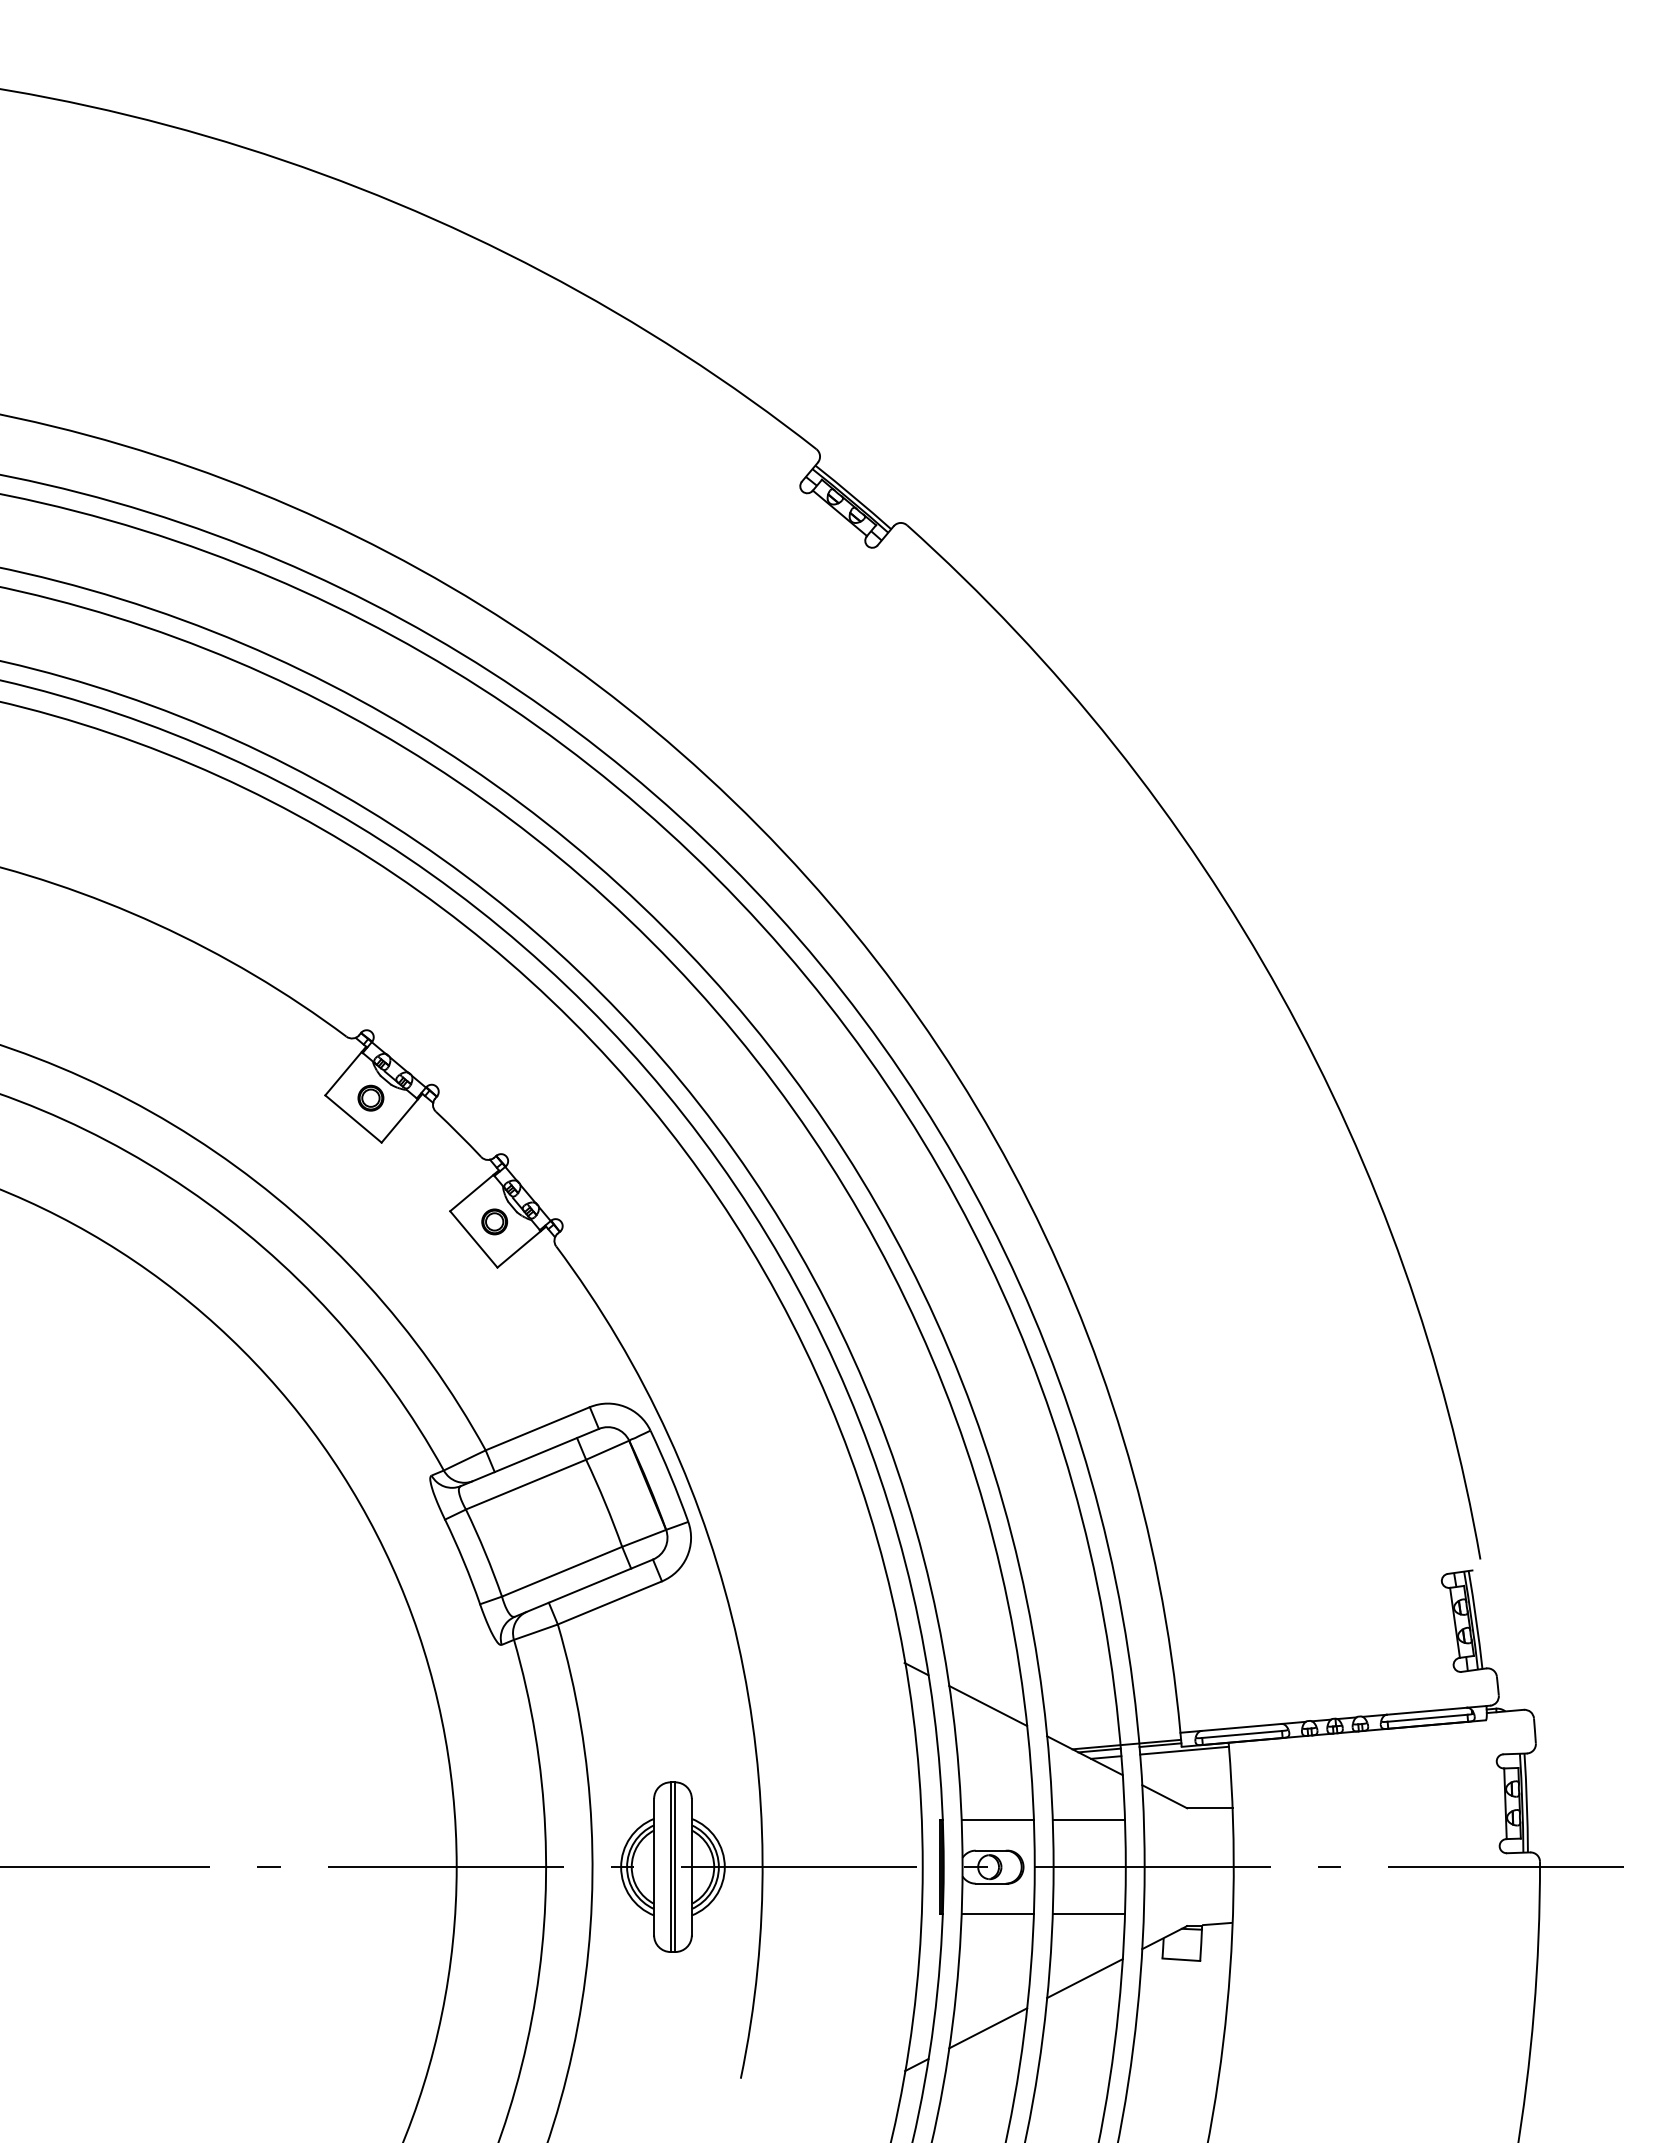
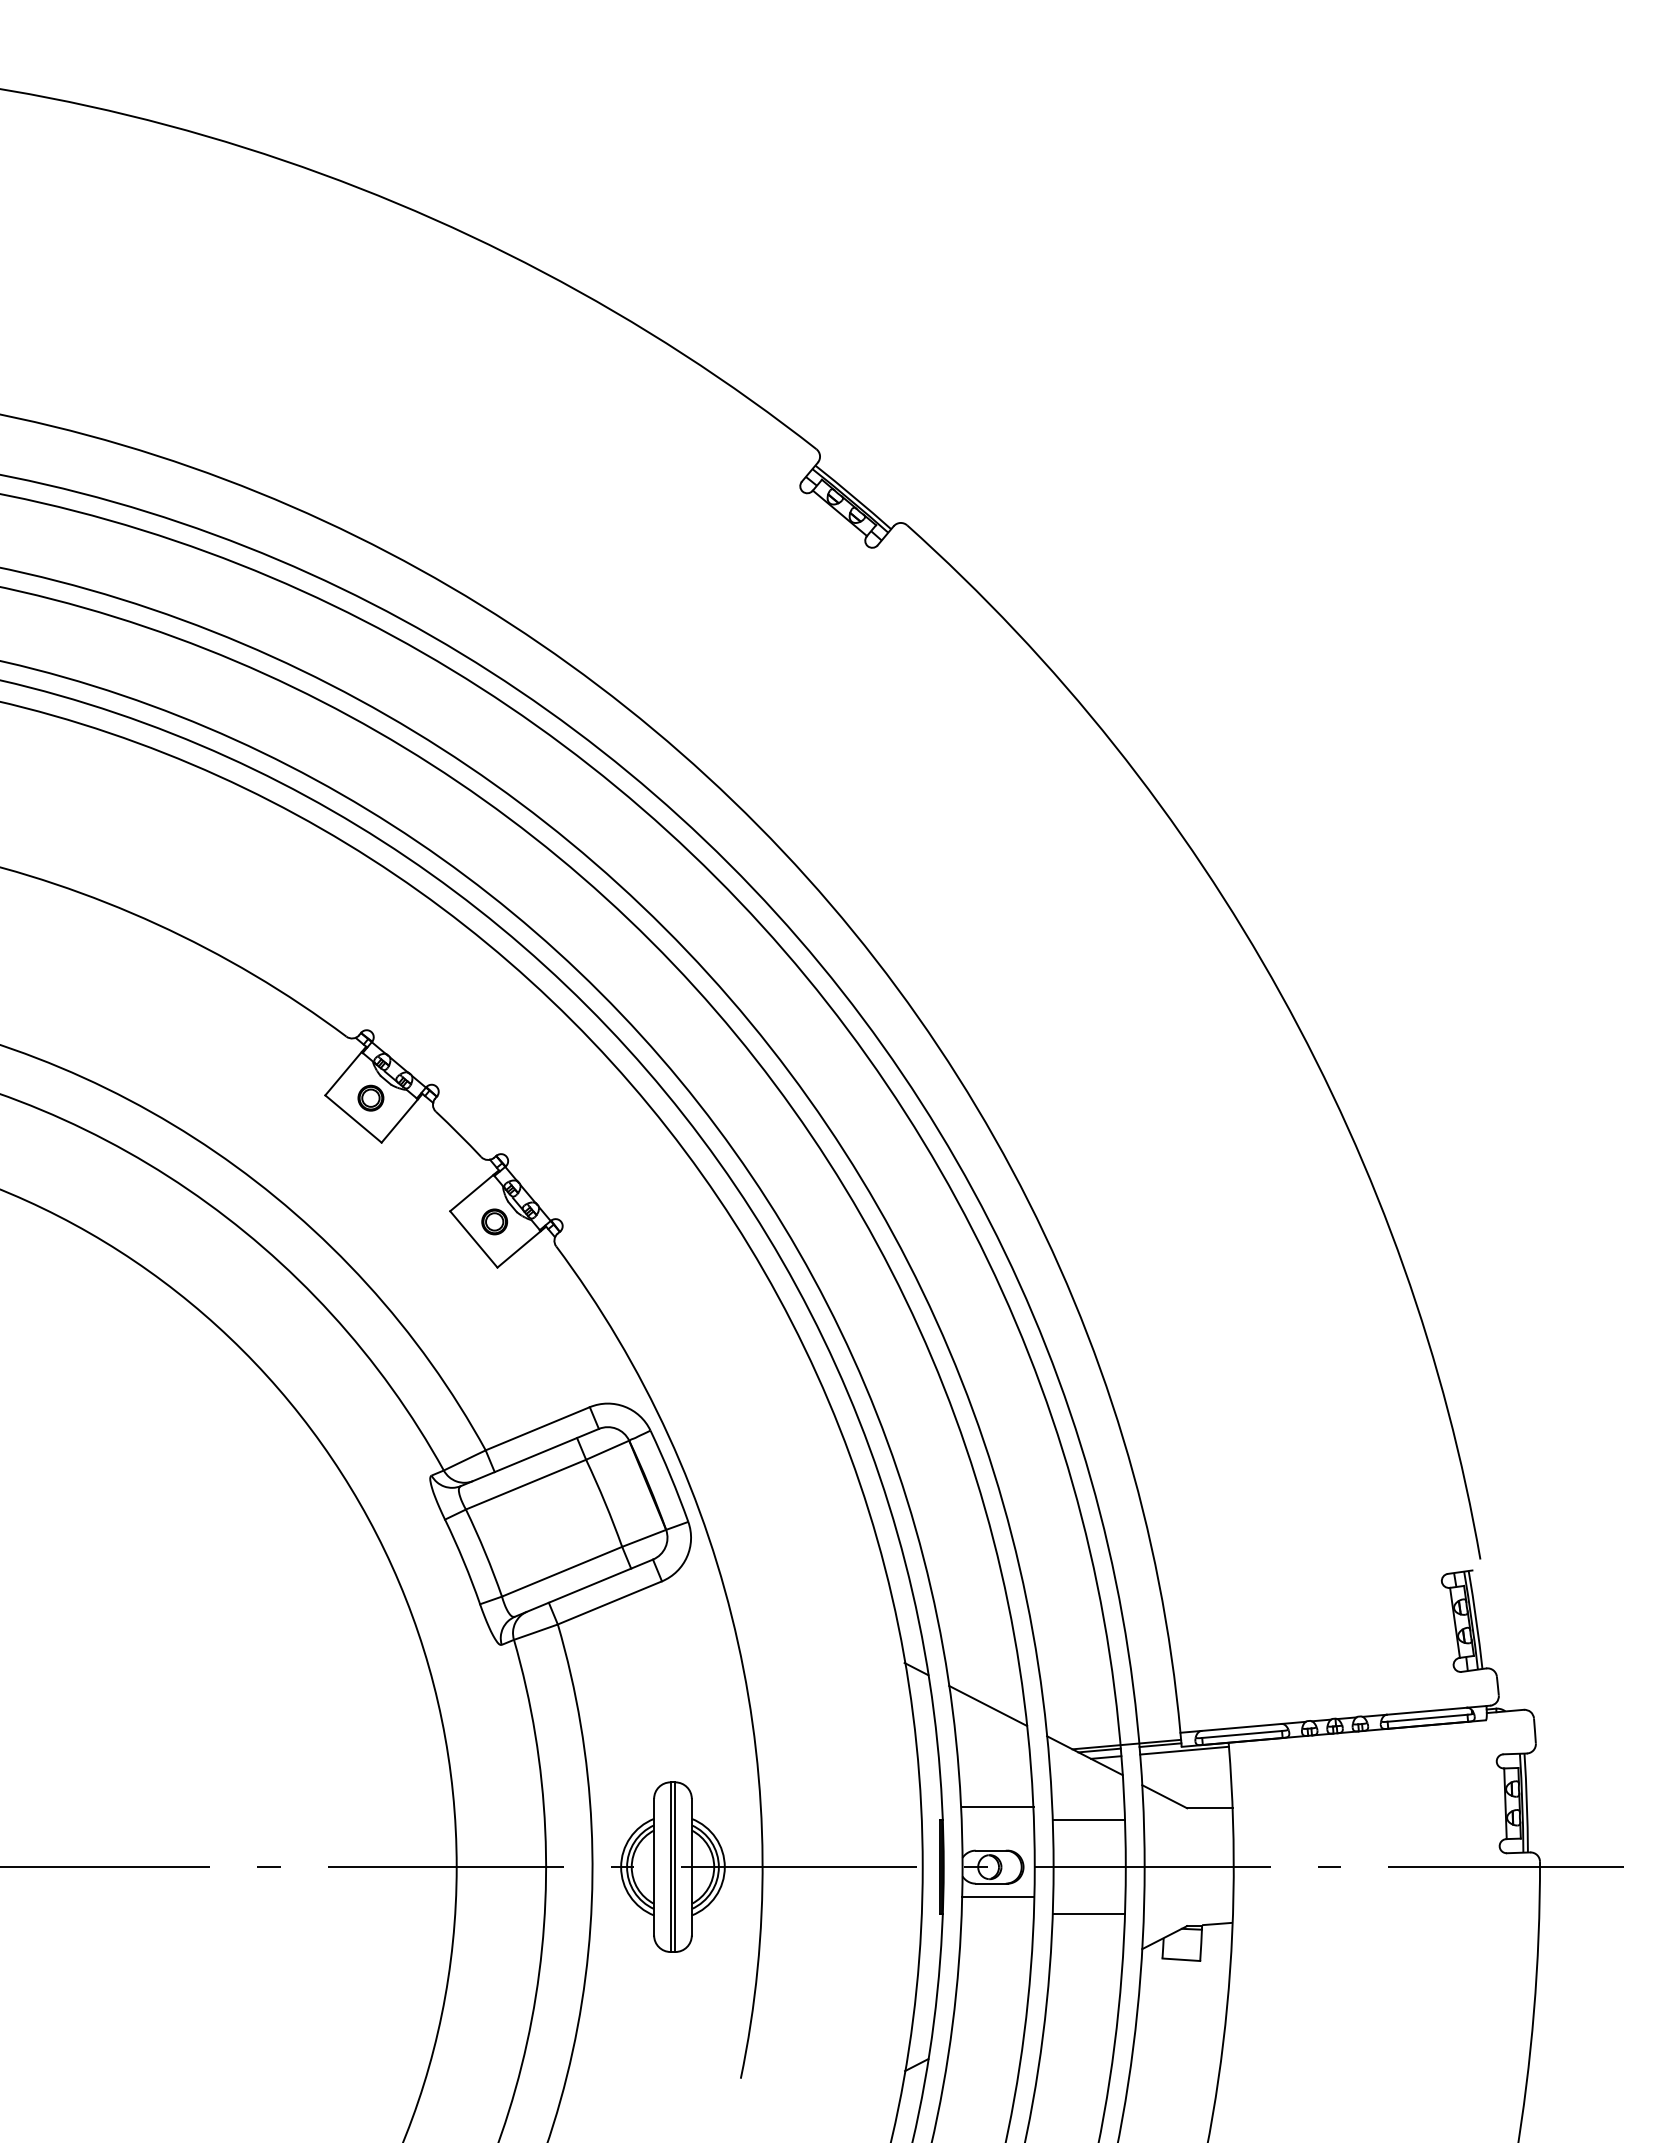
line at (997, 1820) position: (997, 1820) -> (997, 1807)
line at (997, 1914) position: (997, 1914) -> (997, 1897)
line at (1084, 1978): present -> none
line at (988, 2028): present -> none
